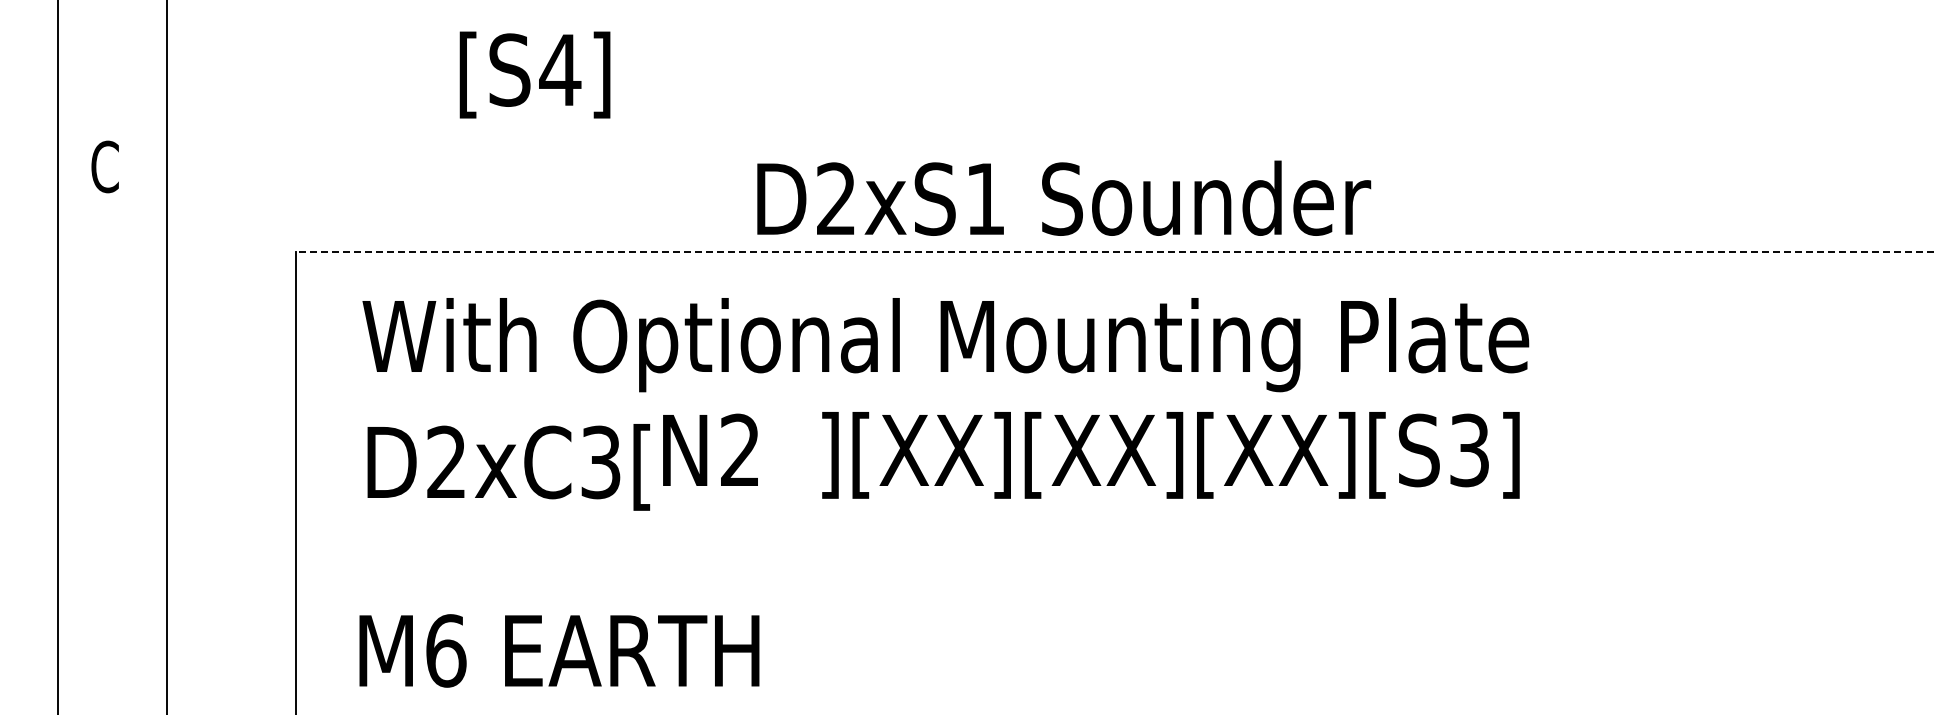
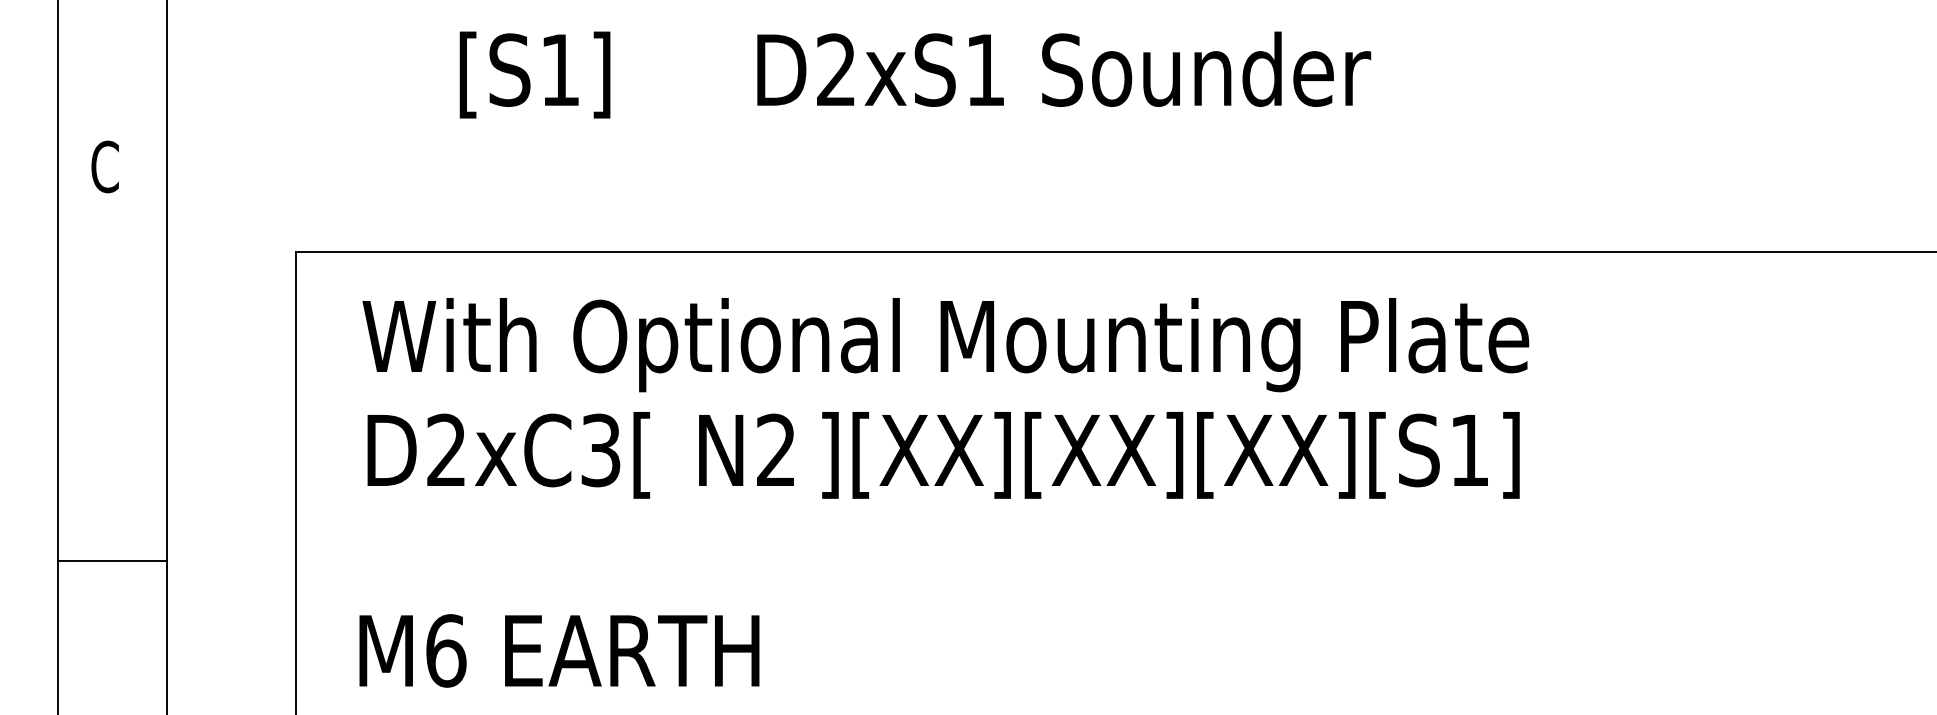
text at (560, 69): [S4] -> [S1]
text at (1064, 197) position: (1064, 197) -> (1064, 68)
line at (1116, 252): dashed -> solid
text at (710, 449) position: (710, 449) -> (746, 449)
text at (1469, 450): ][XX][XX][XX][S3] -> ][XX][XX][XX][S1]
text at (508, 467) position: (508, 467) -> (508, 455)
line at (112, 560): none -> present
